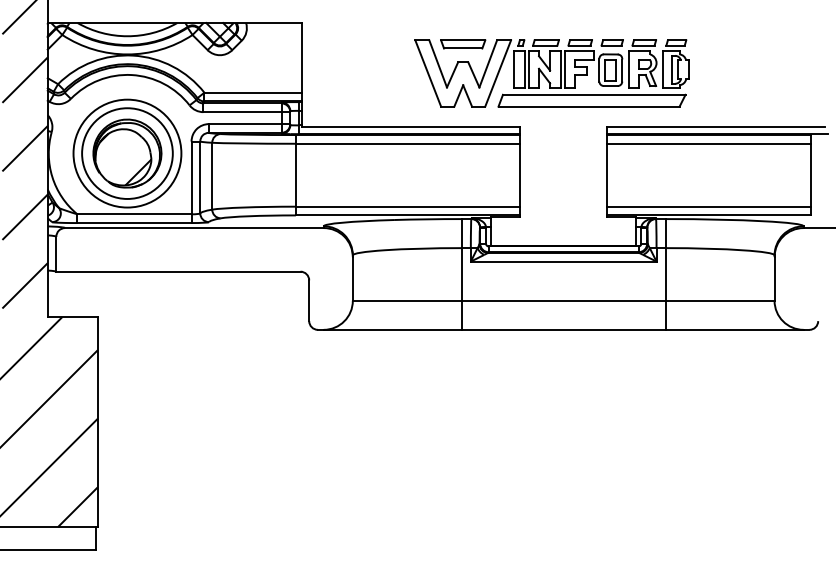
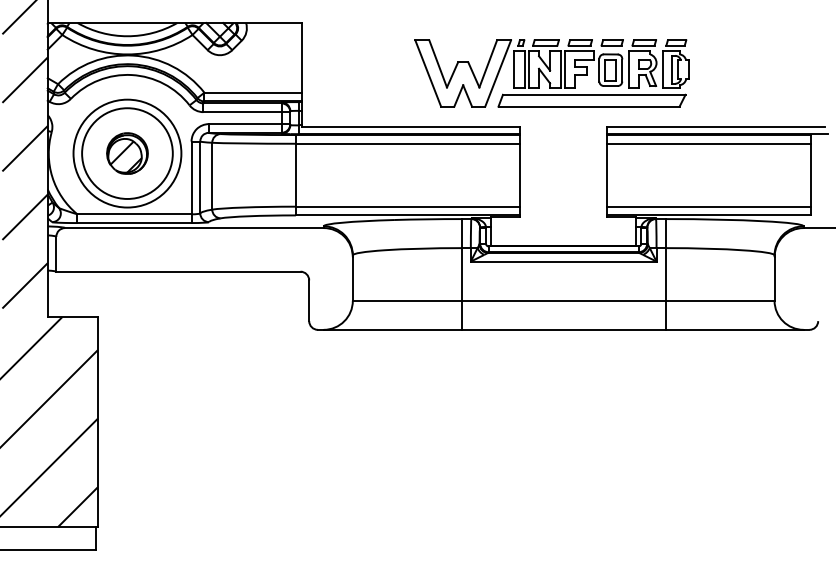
part at (463, 44): present -> none
part at (127, 153) size: 71x71 px -> 43x43 px
